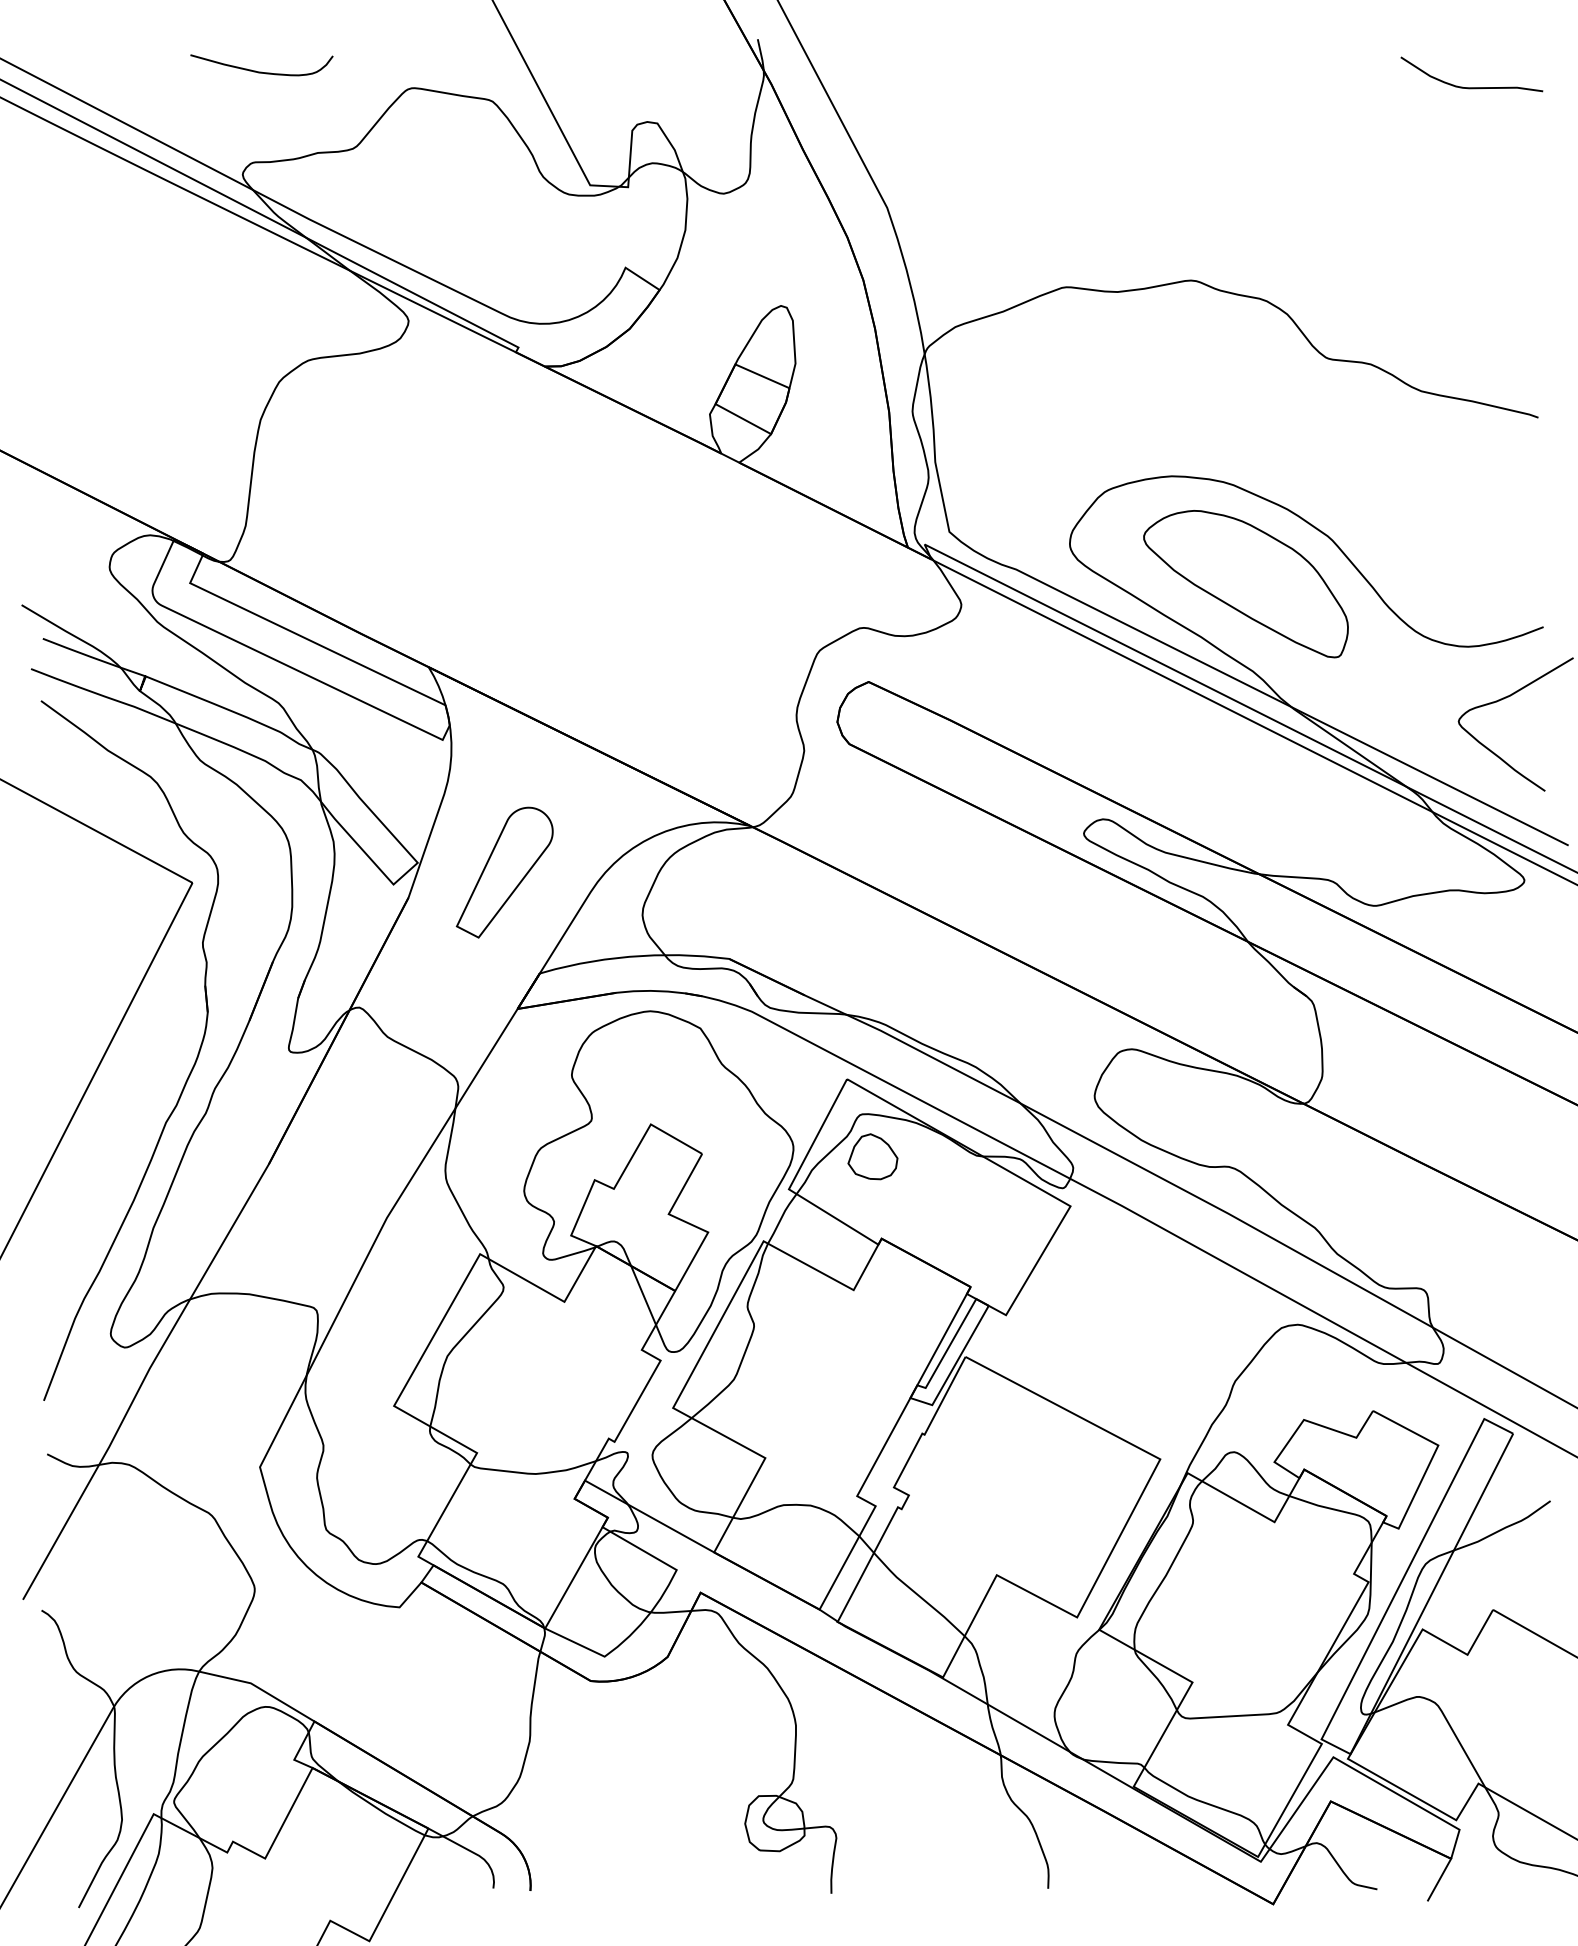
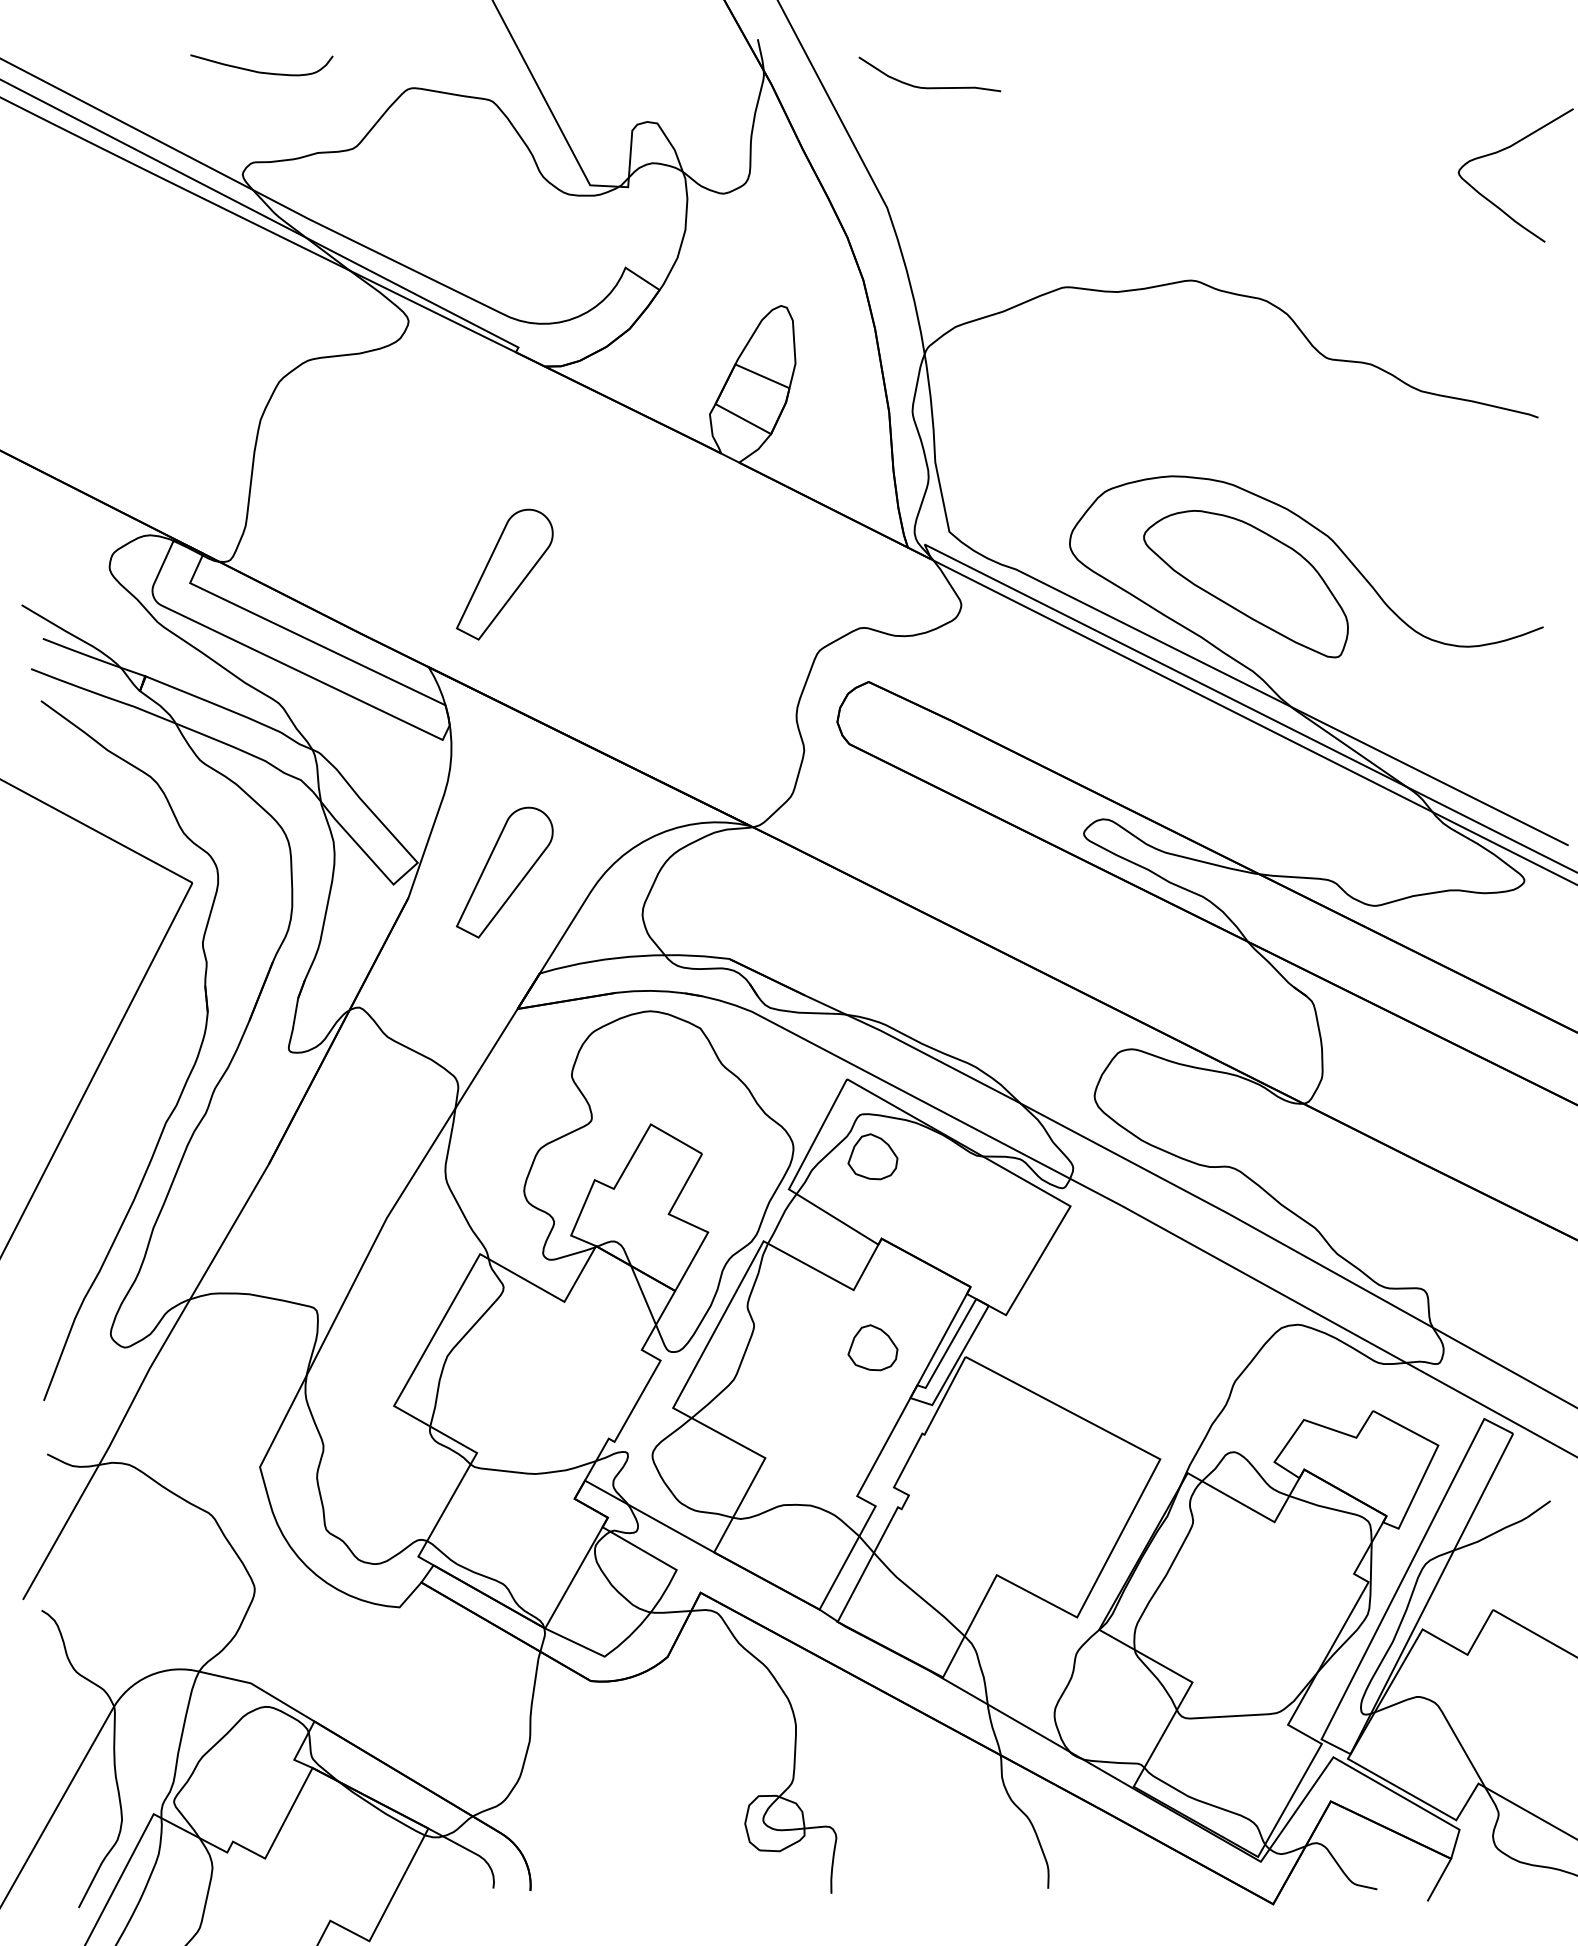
curve at (1471, 87) position: (1471, 87) -> (929, 87)
part at (504, 574): none -> present
curve at (1504, 699) position: (1504, 699) -> (1504, 150)
part at (872, 1347): none -> present
